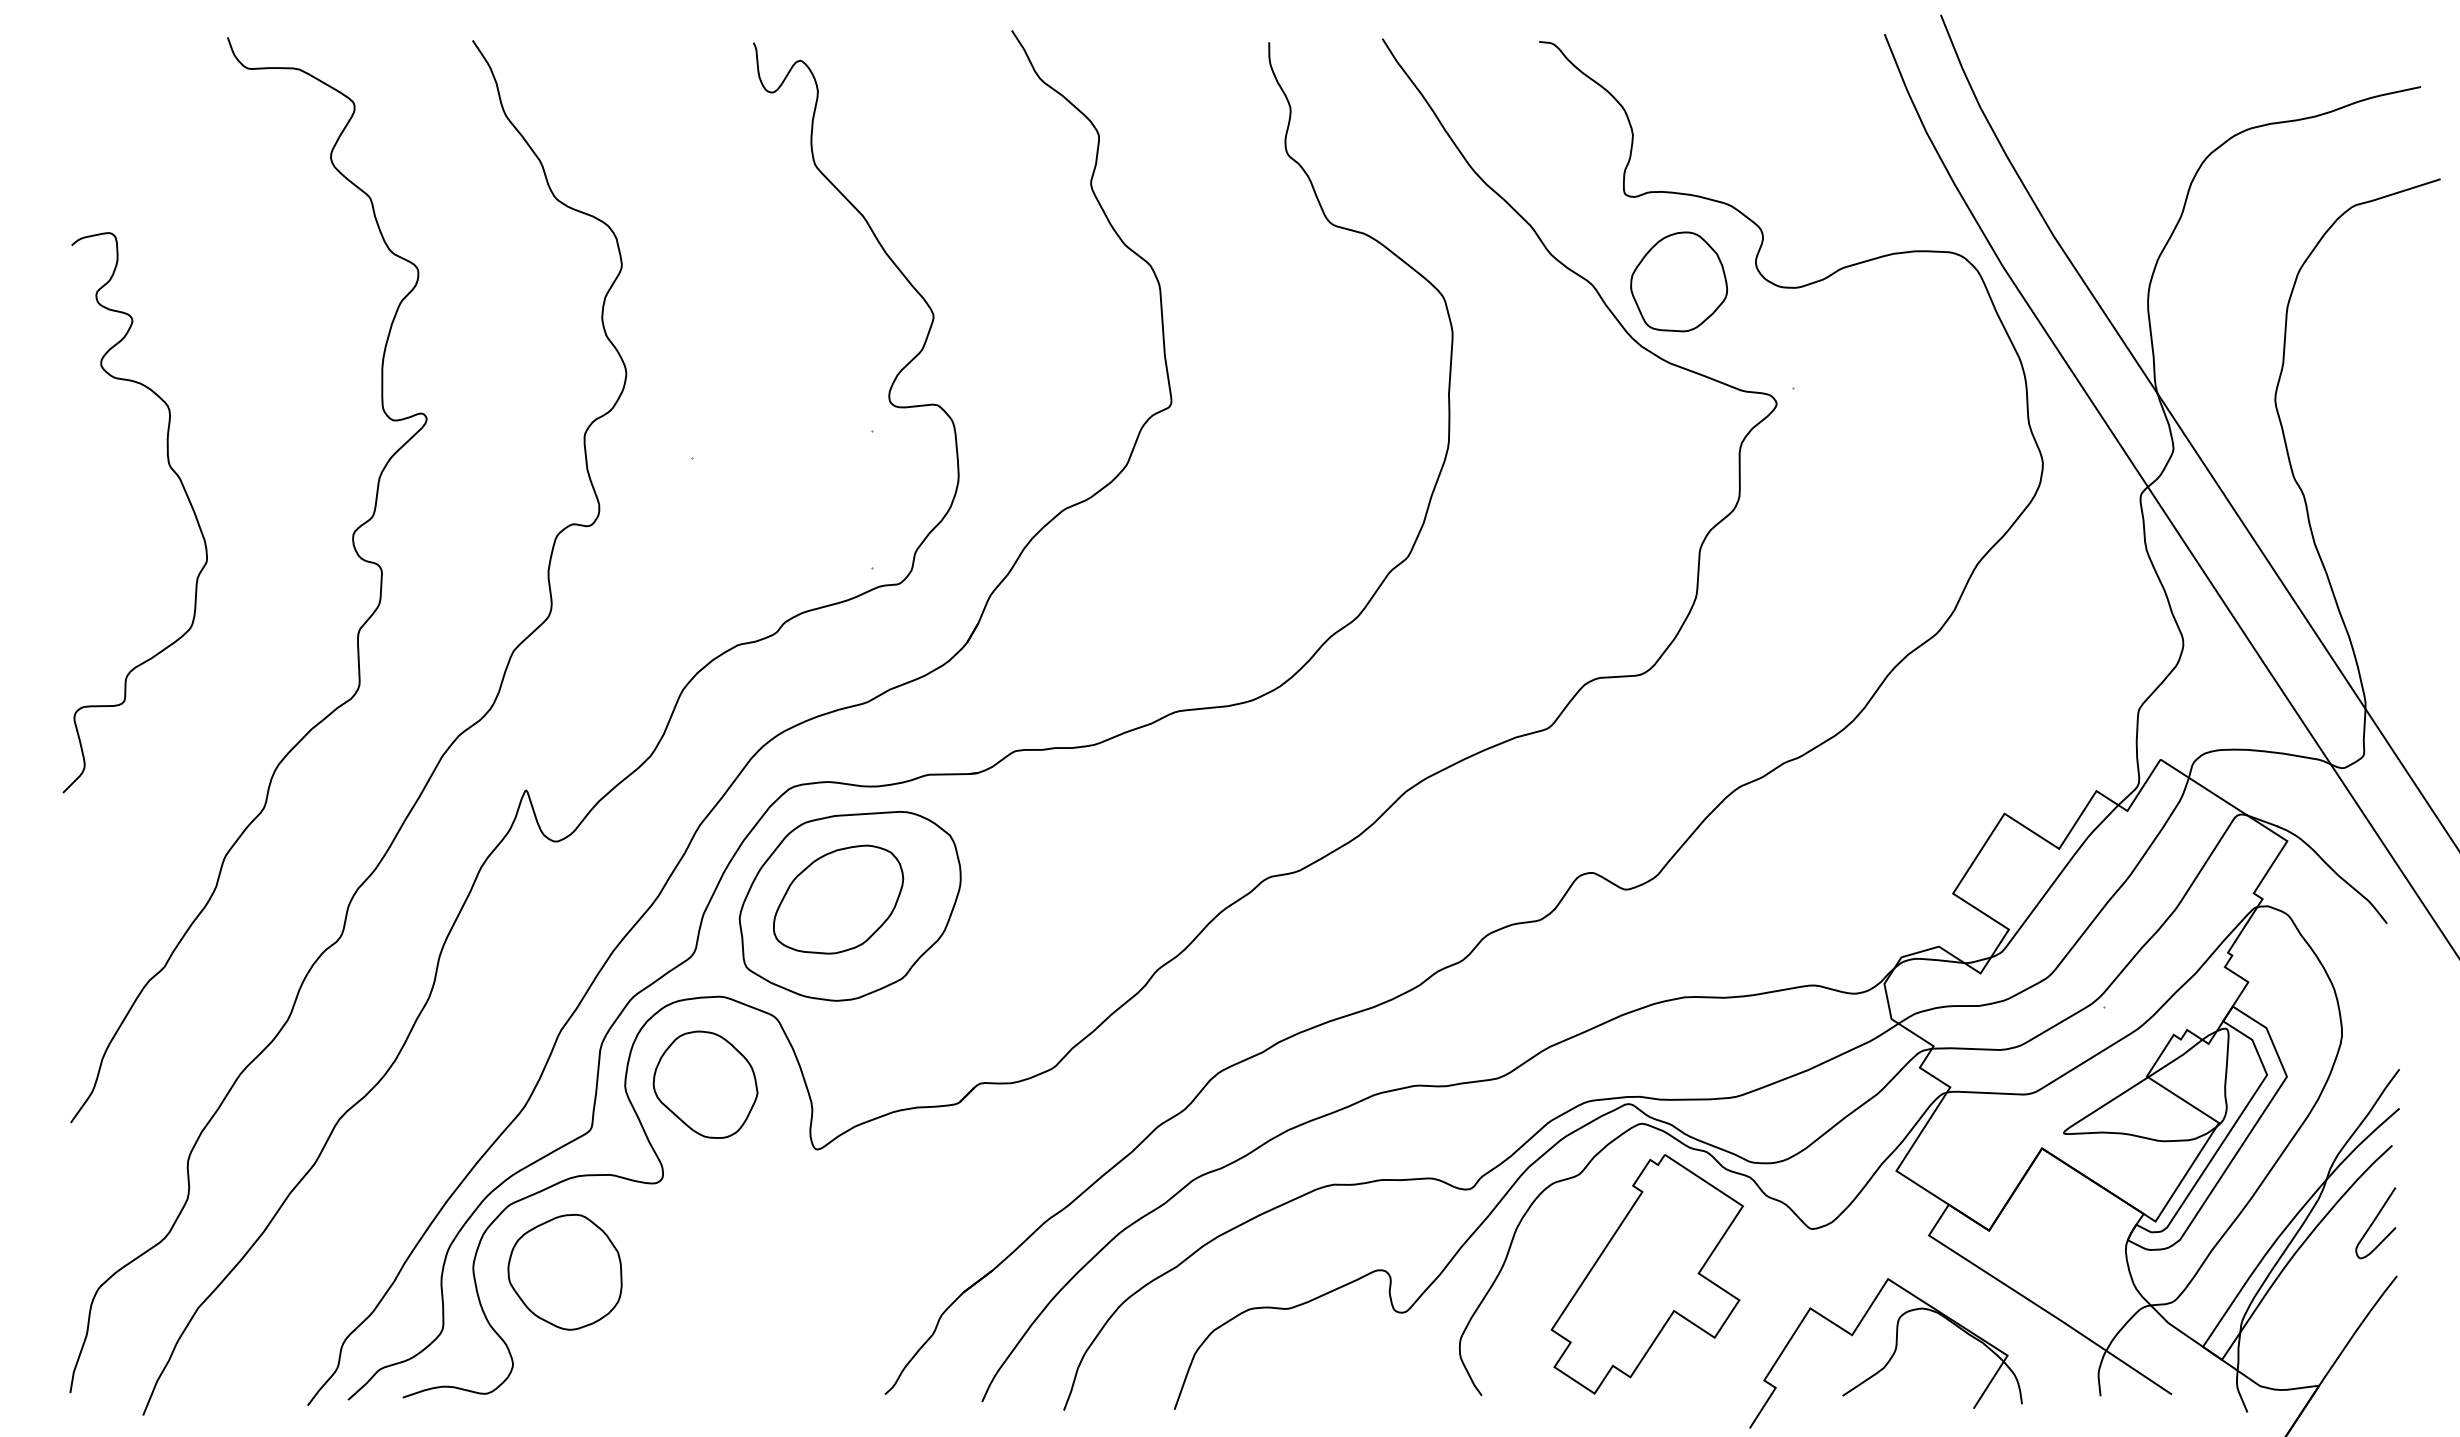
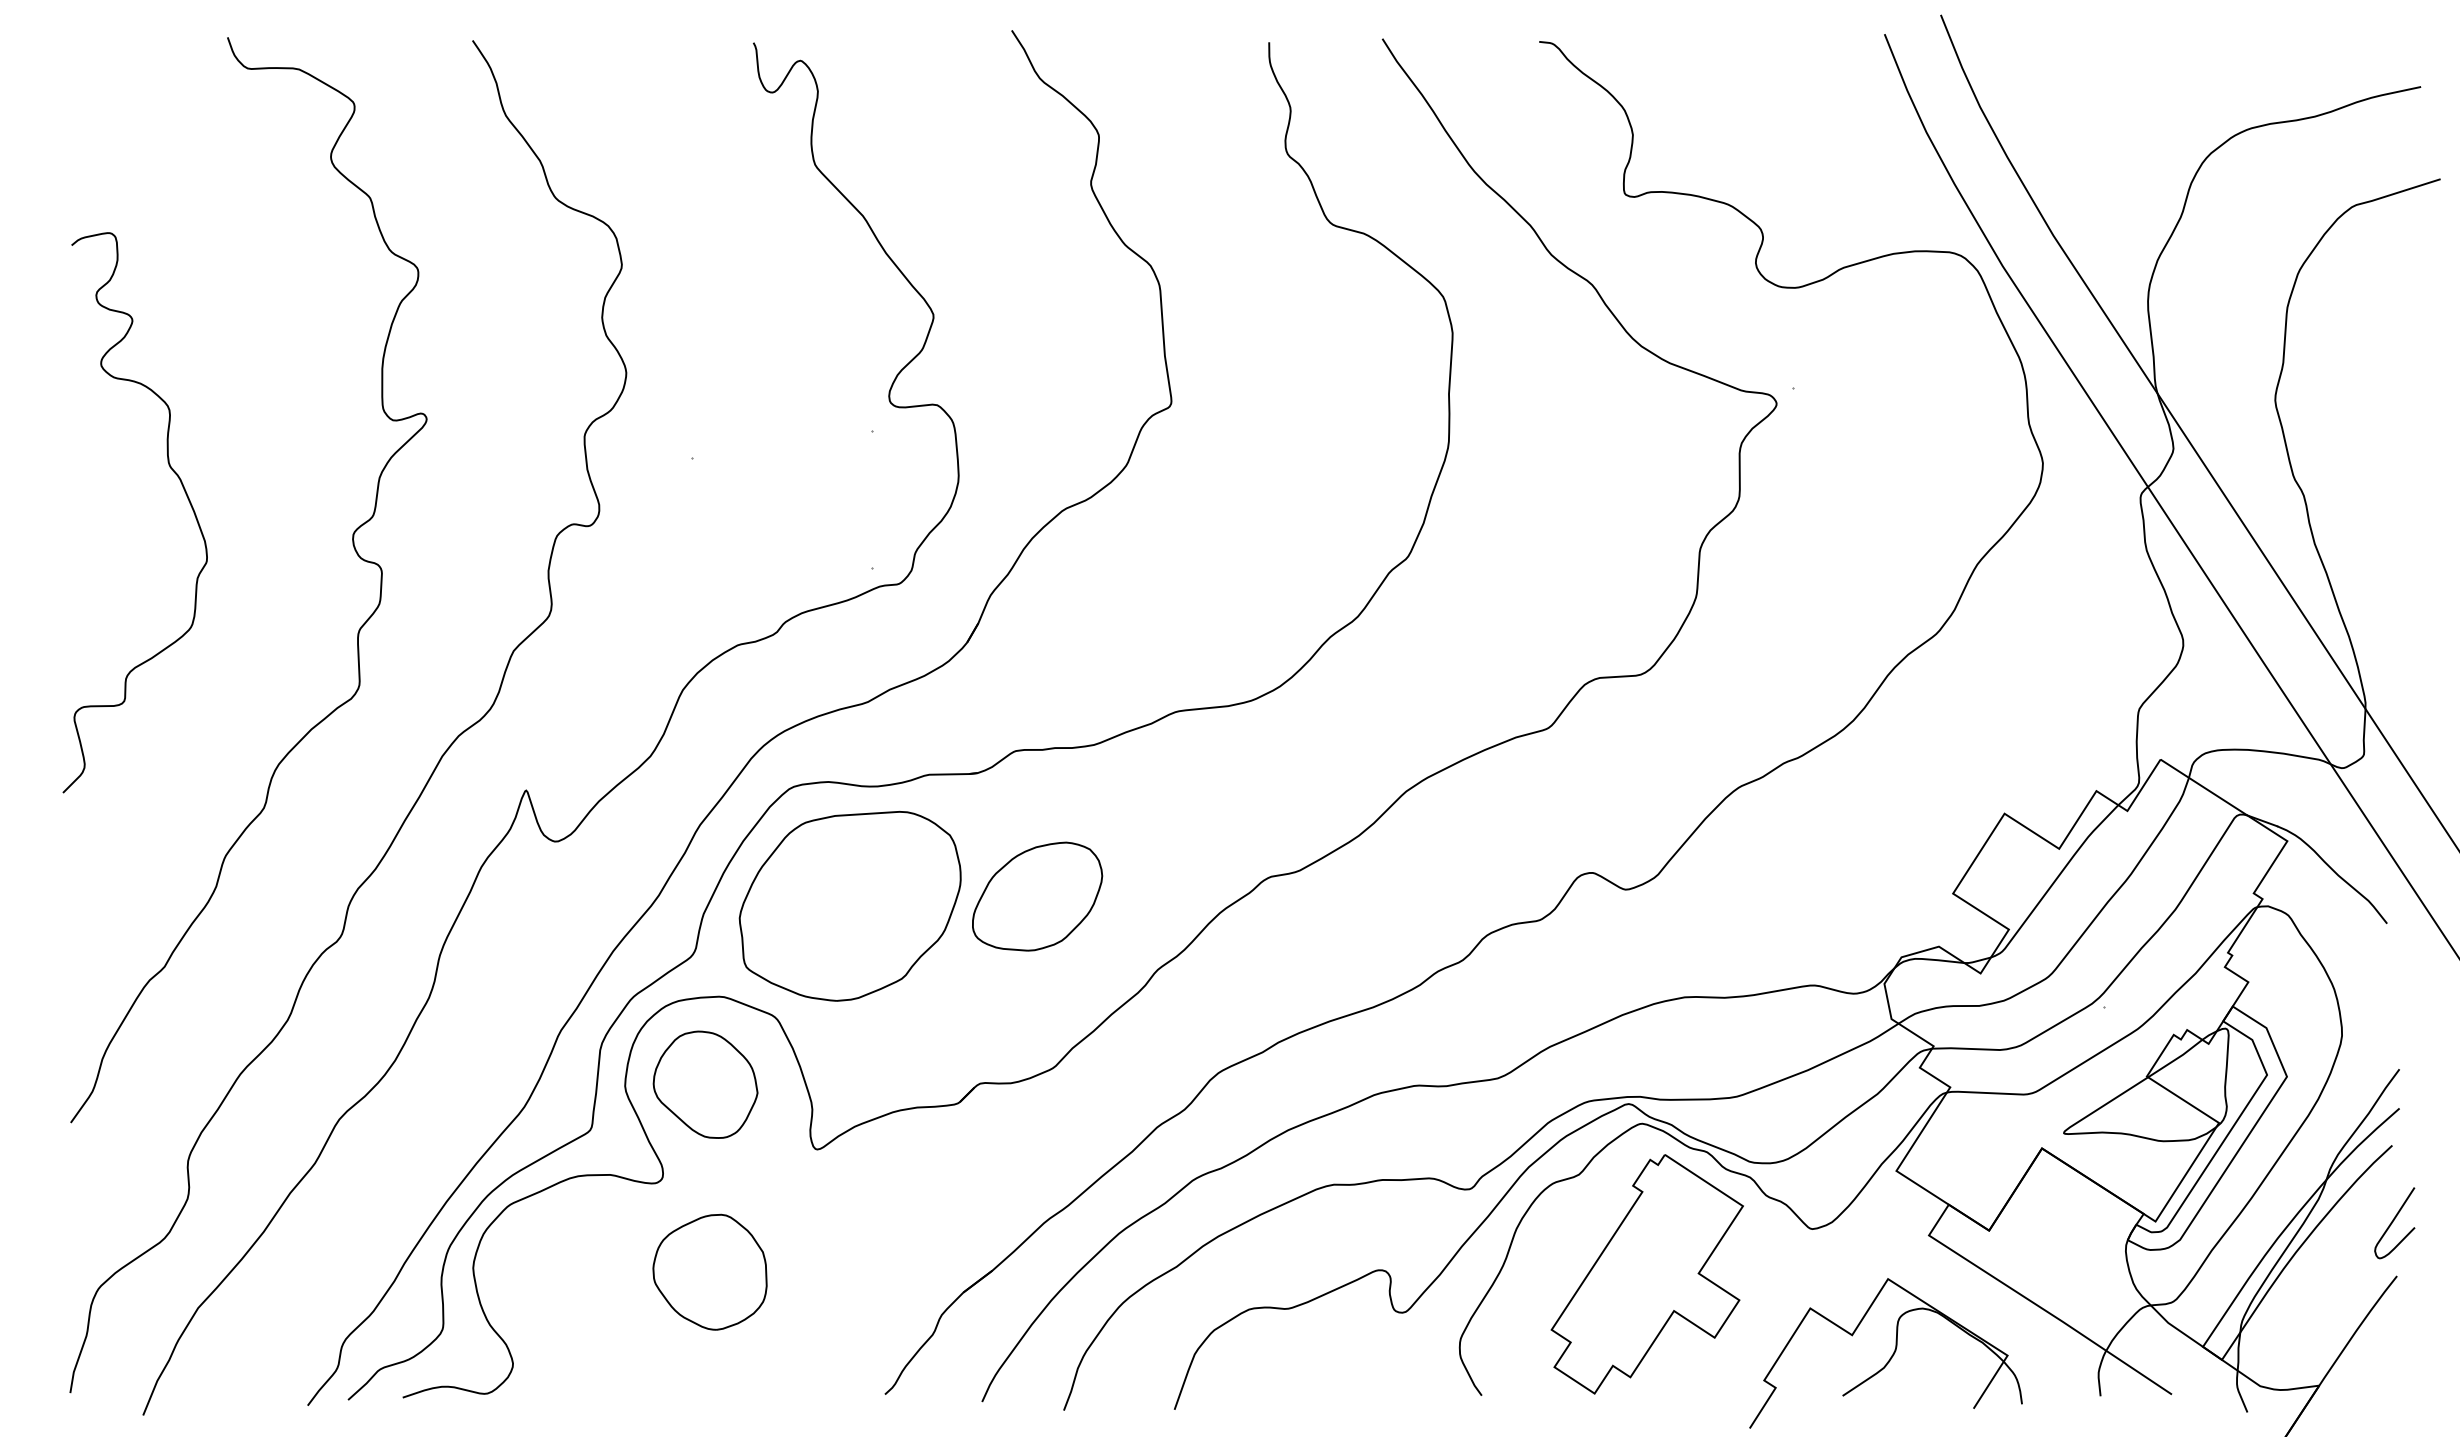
part at (1679, 281): present -> none
part at (838, 899) position: (838, 899) -> (1037, 896)
curve at (2374, 1222) position: (2374, 1222) -> (2393, 1222)
part at (564, 1271) position: (564, 1271) -> (709, 1271)
